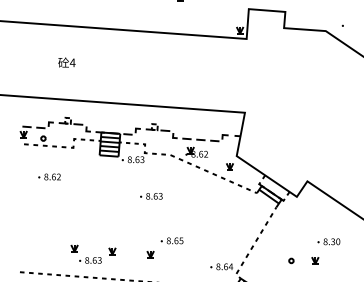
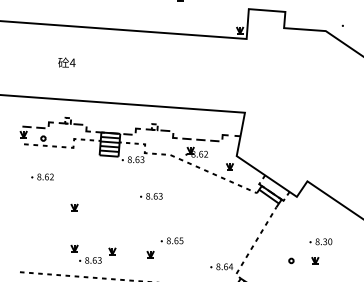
text at (49, 176) position: (49, 176) -> (42, 176)
part at (74, 207): none -> present
text at (328, 241) position: (328, 241) -> (320, 241)
